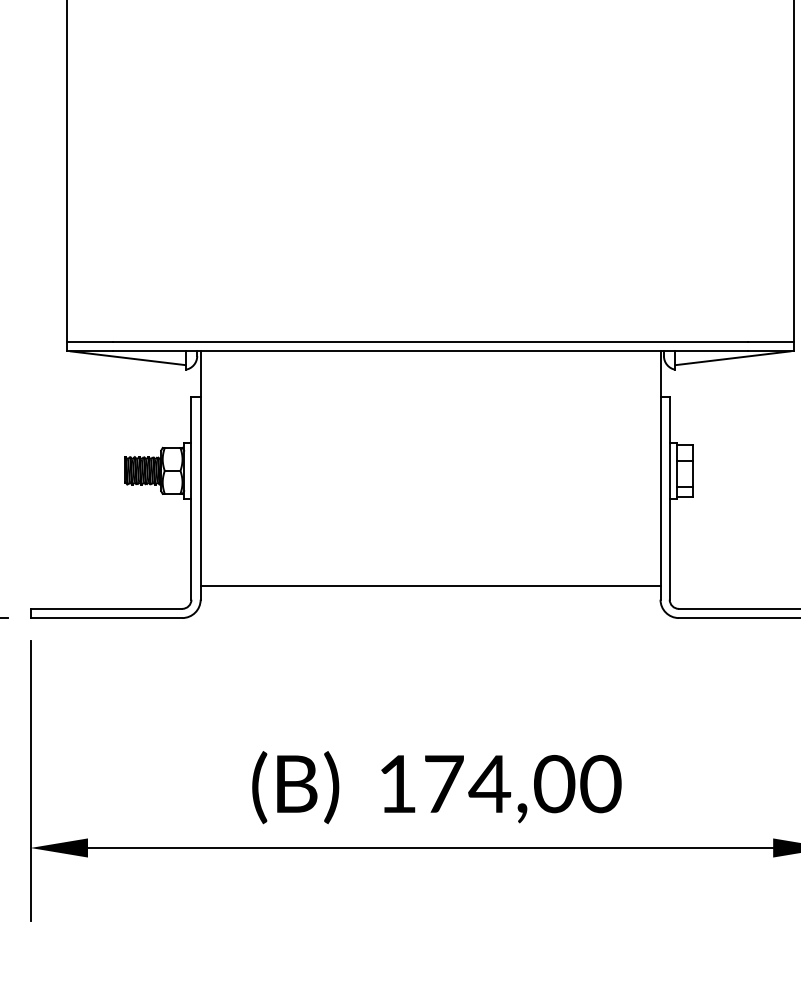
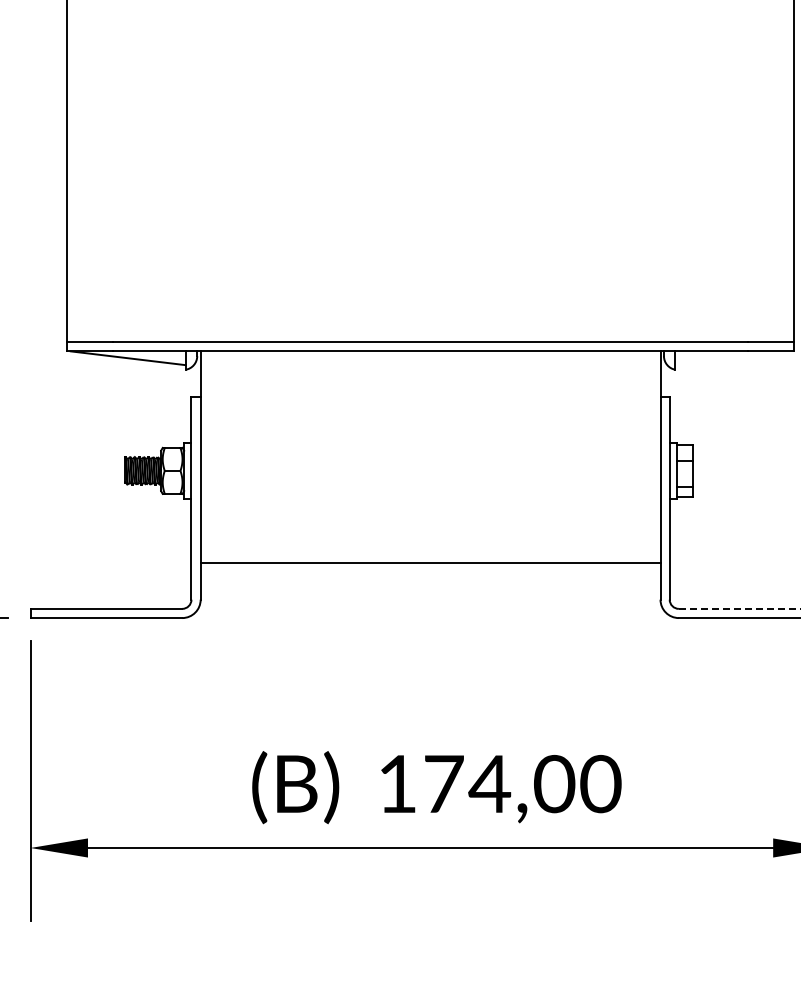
line at (732, 358): present -> none
line at (430, 585) position: (430, 585) -> (430, 562)
line at (739, 608): solid -> dashed
